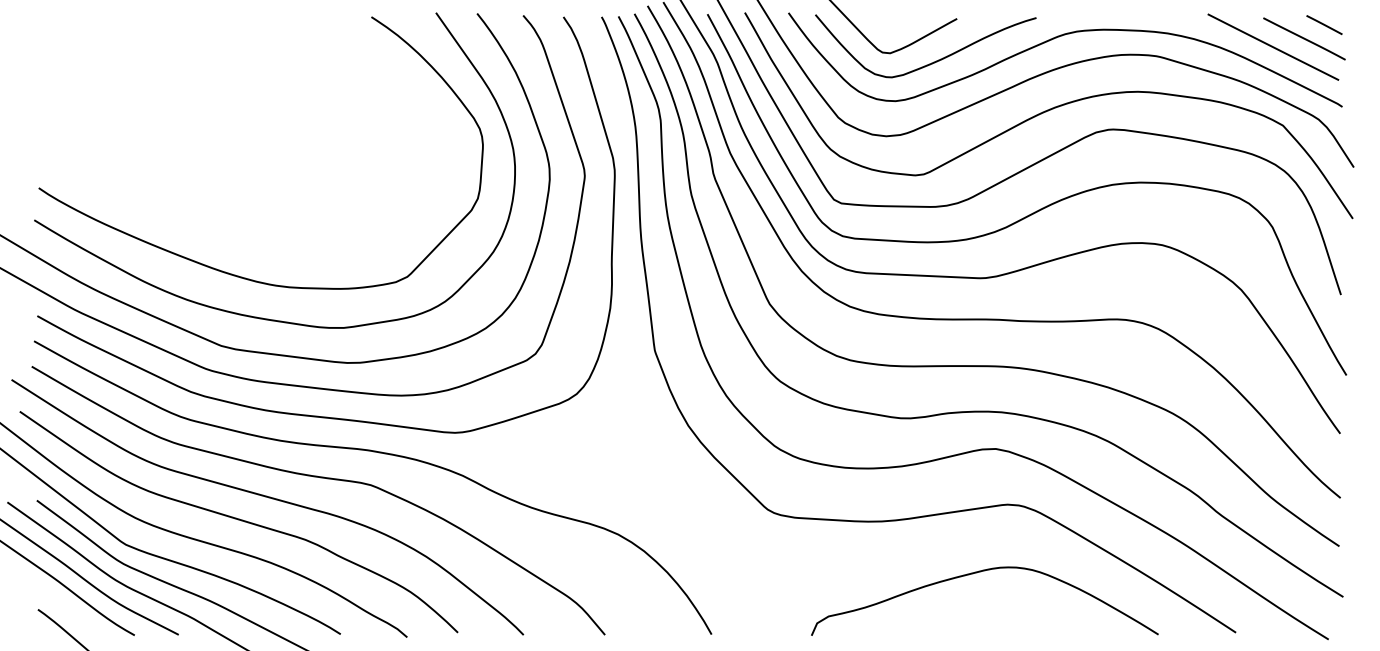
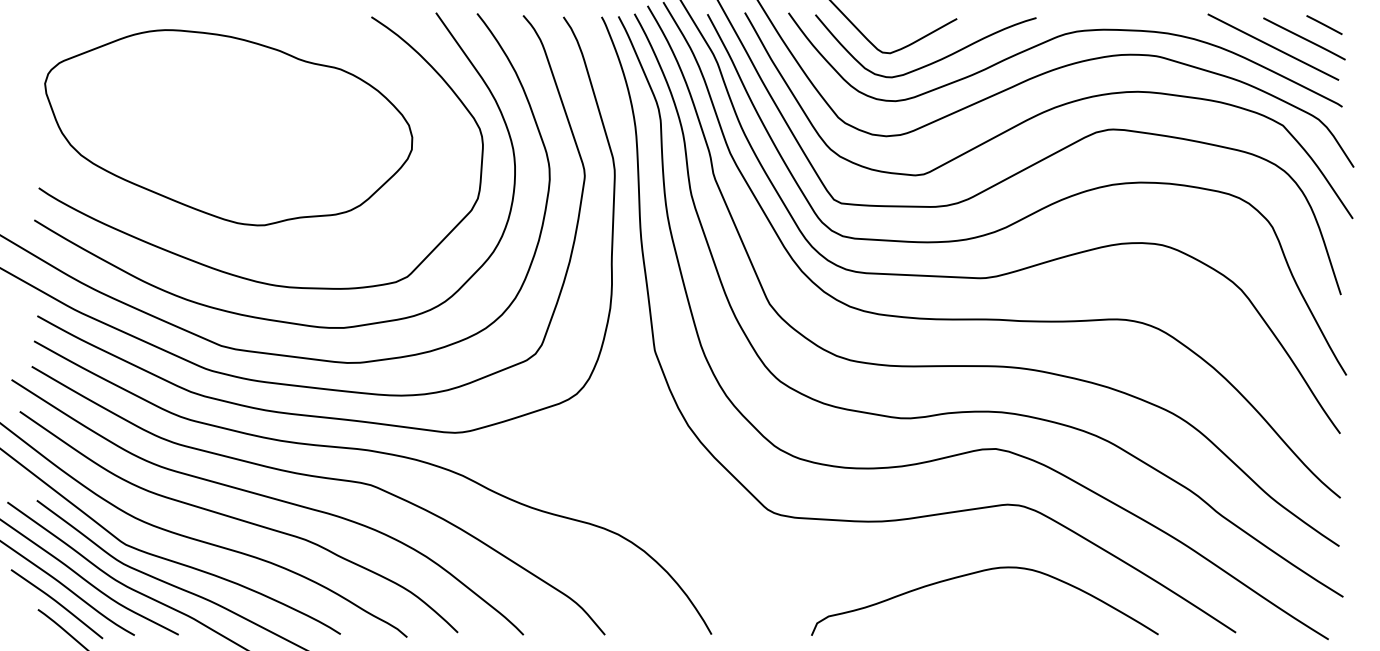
part at (228, 127): none -> present
curve at (57, 603): none -> present
